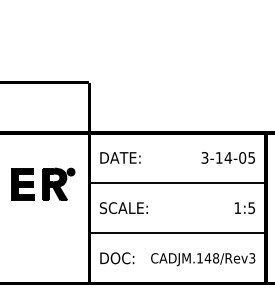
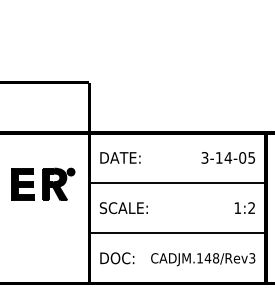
text at (251, 208): 1:5 -> 1:2
